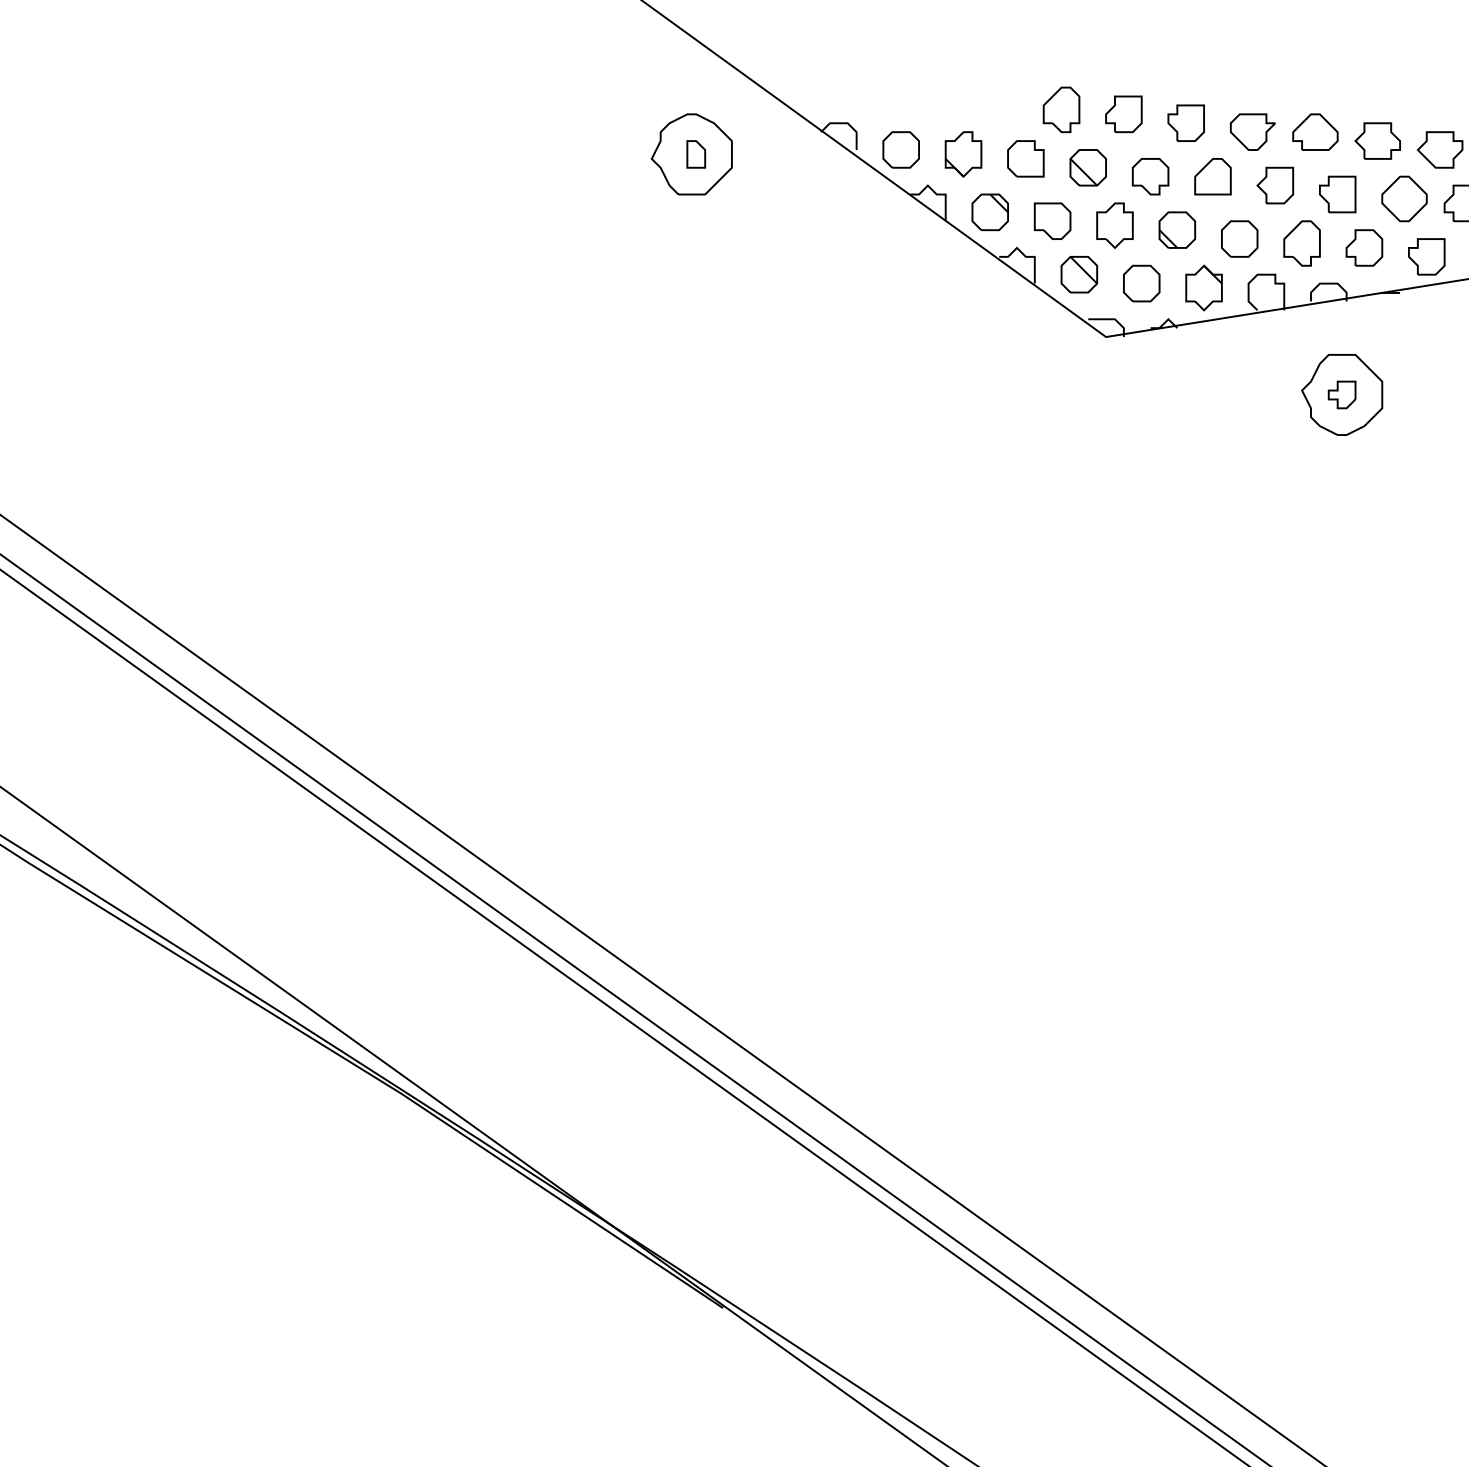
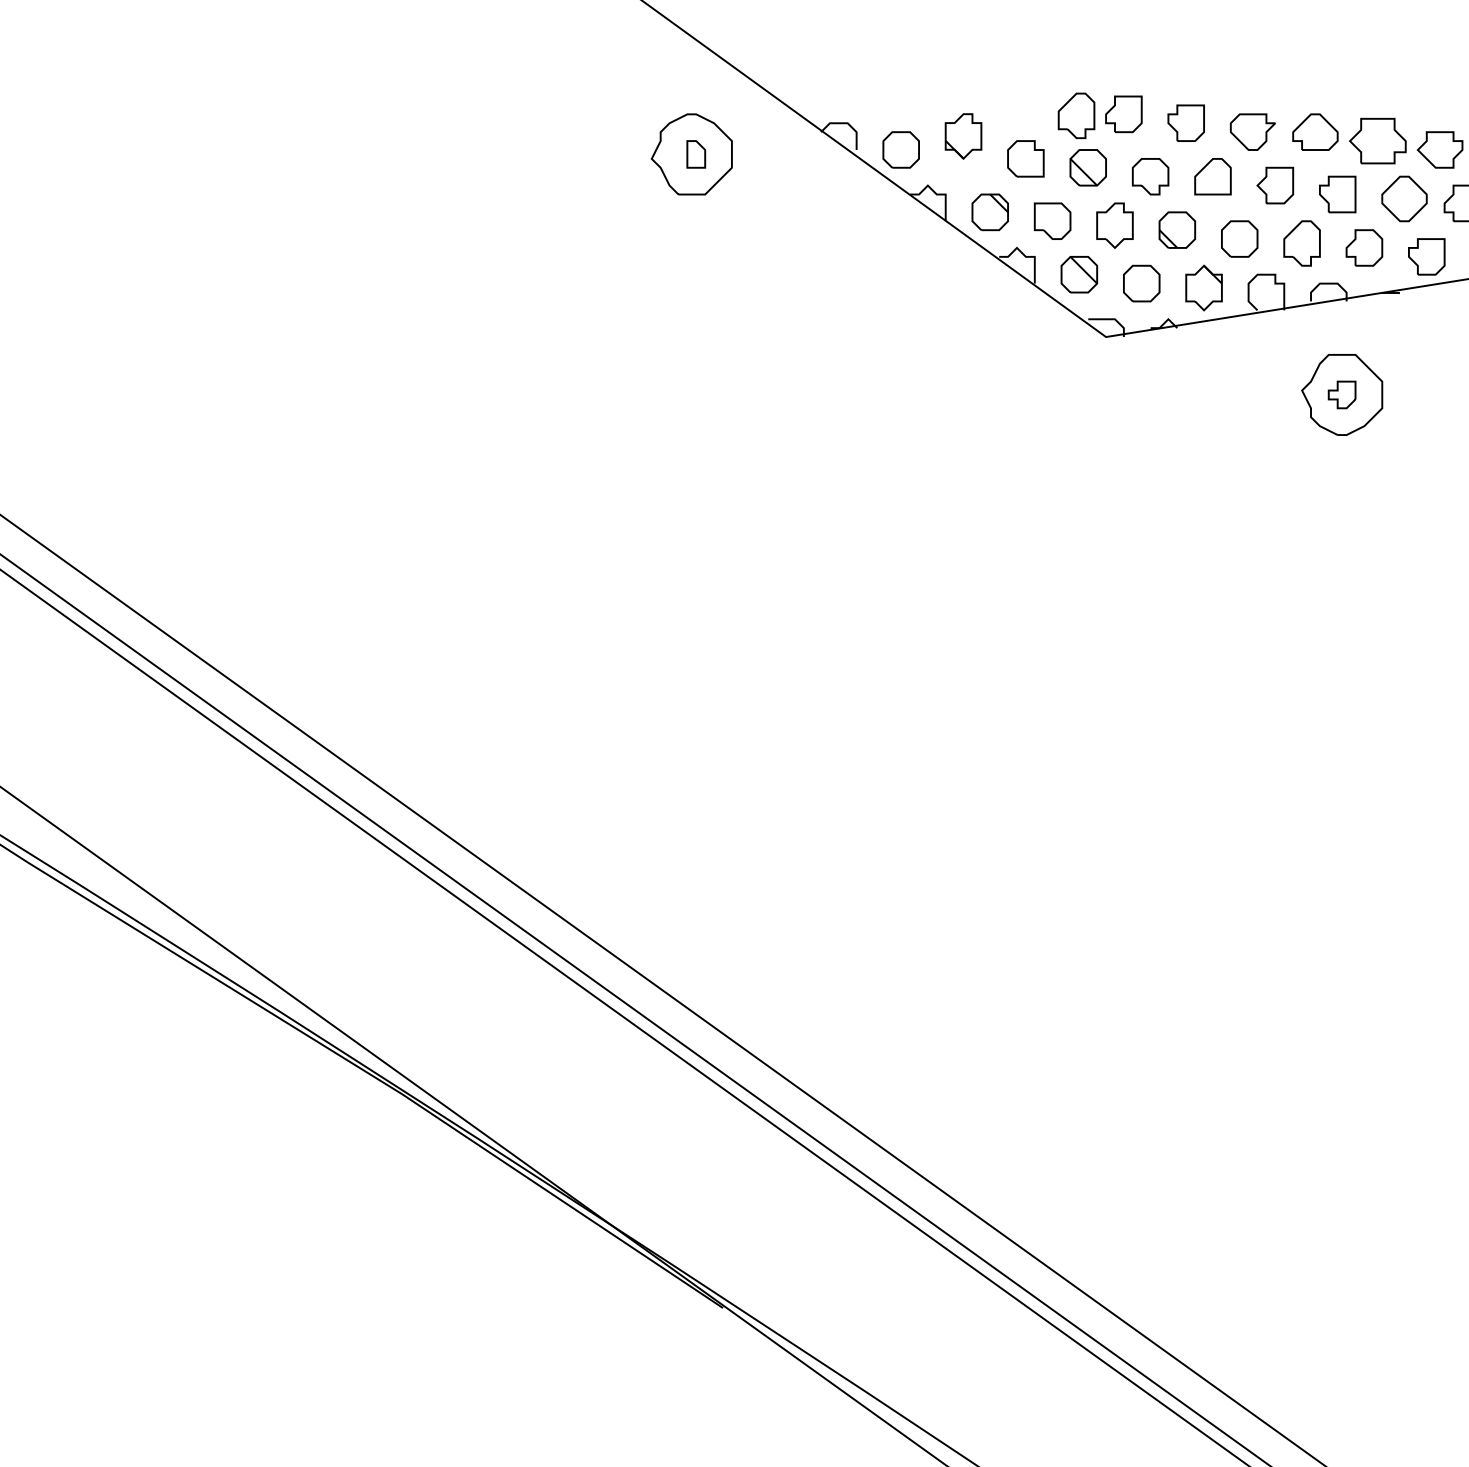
part at (1061, 109) position: (1061, 109) -> (1076, 115)
part at (1377, 140) size: 47x38 px -> 58x48 px
part at (963, 154) position: (963, 154) -> (963, 136)
